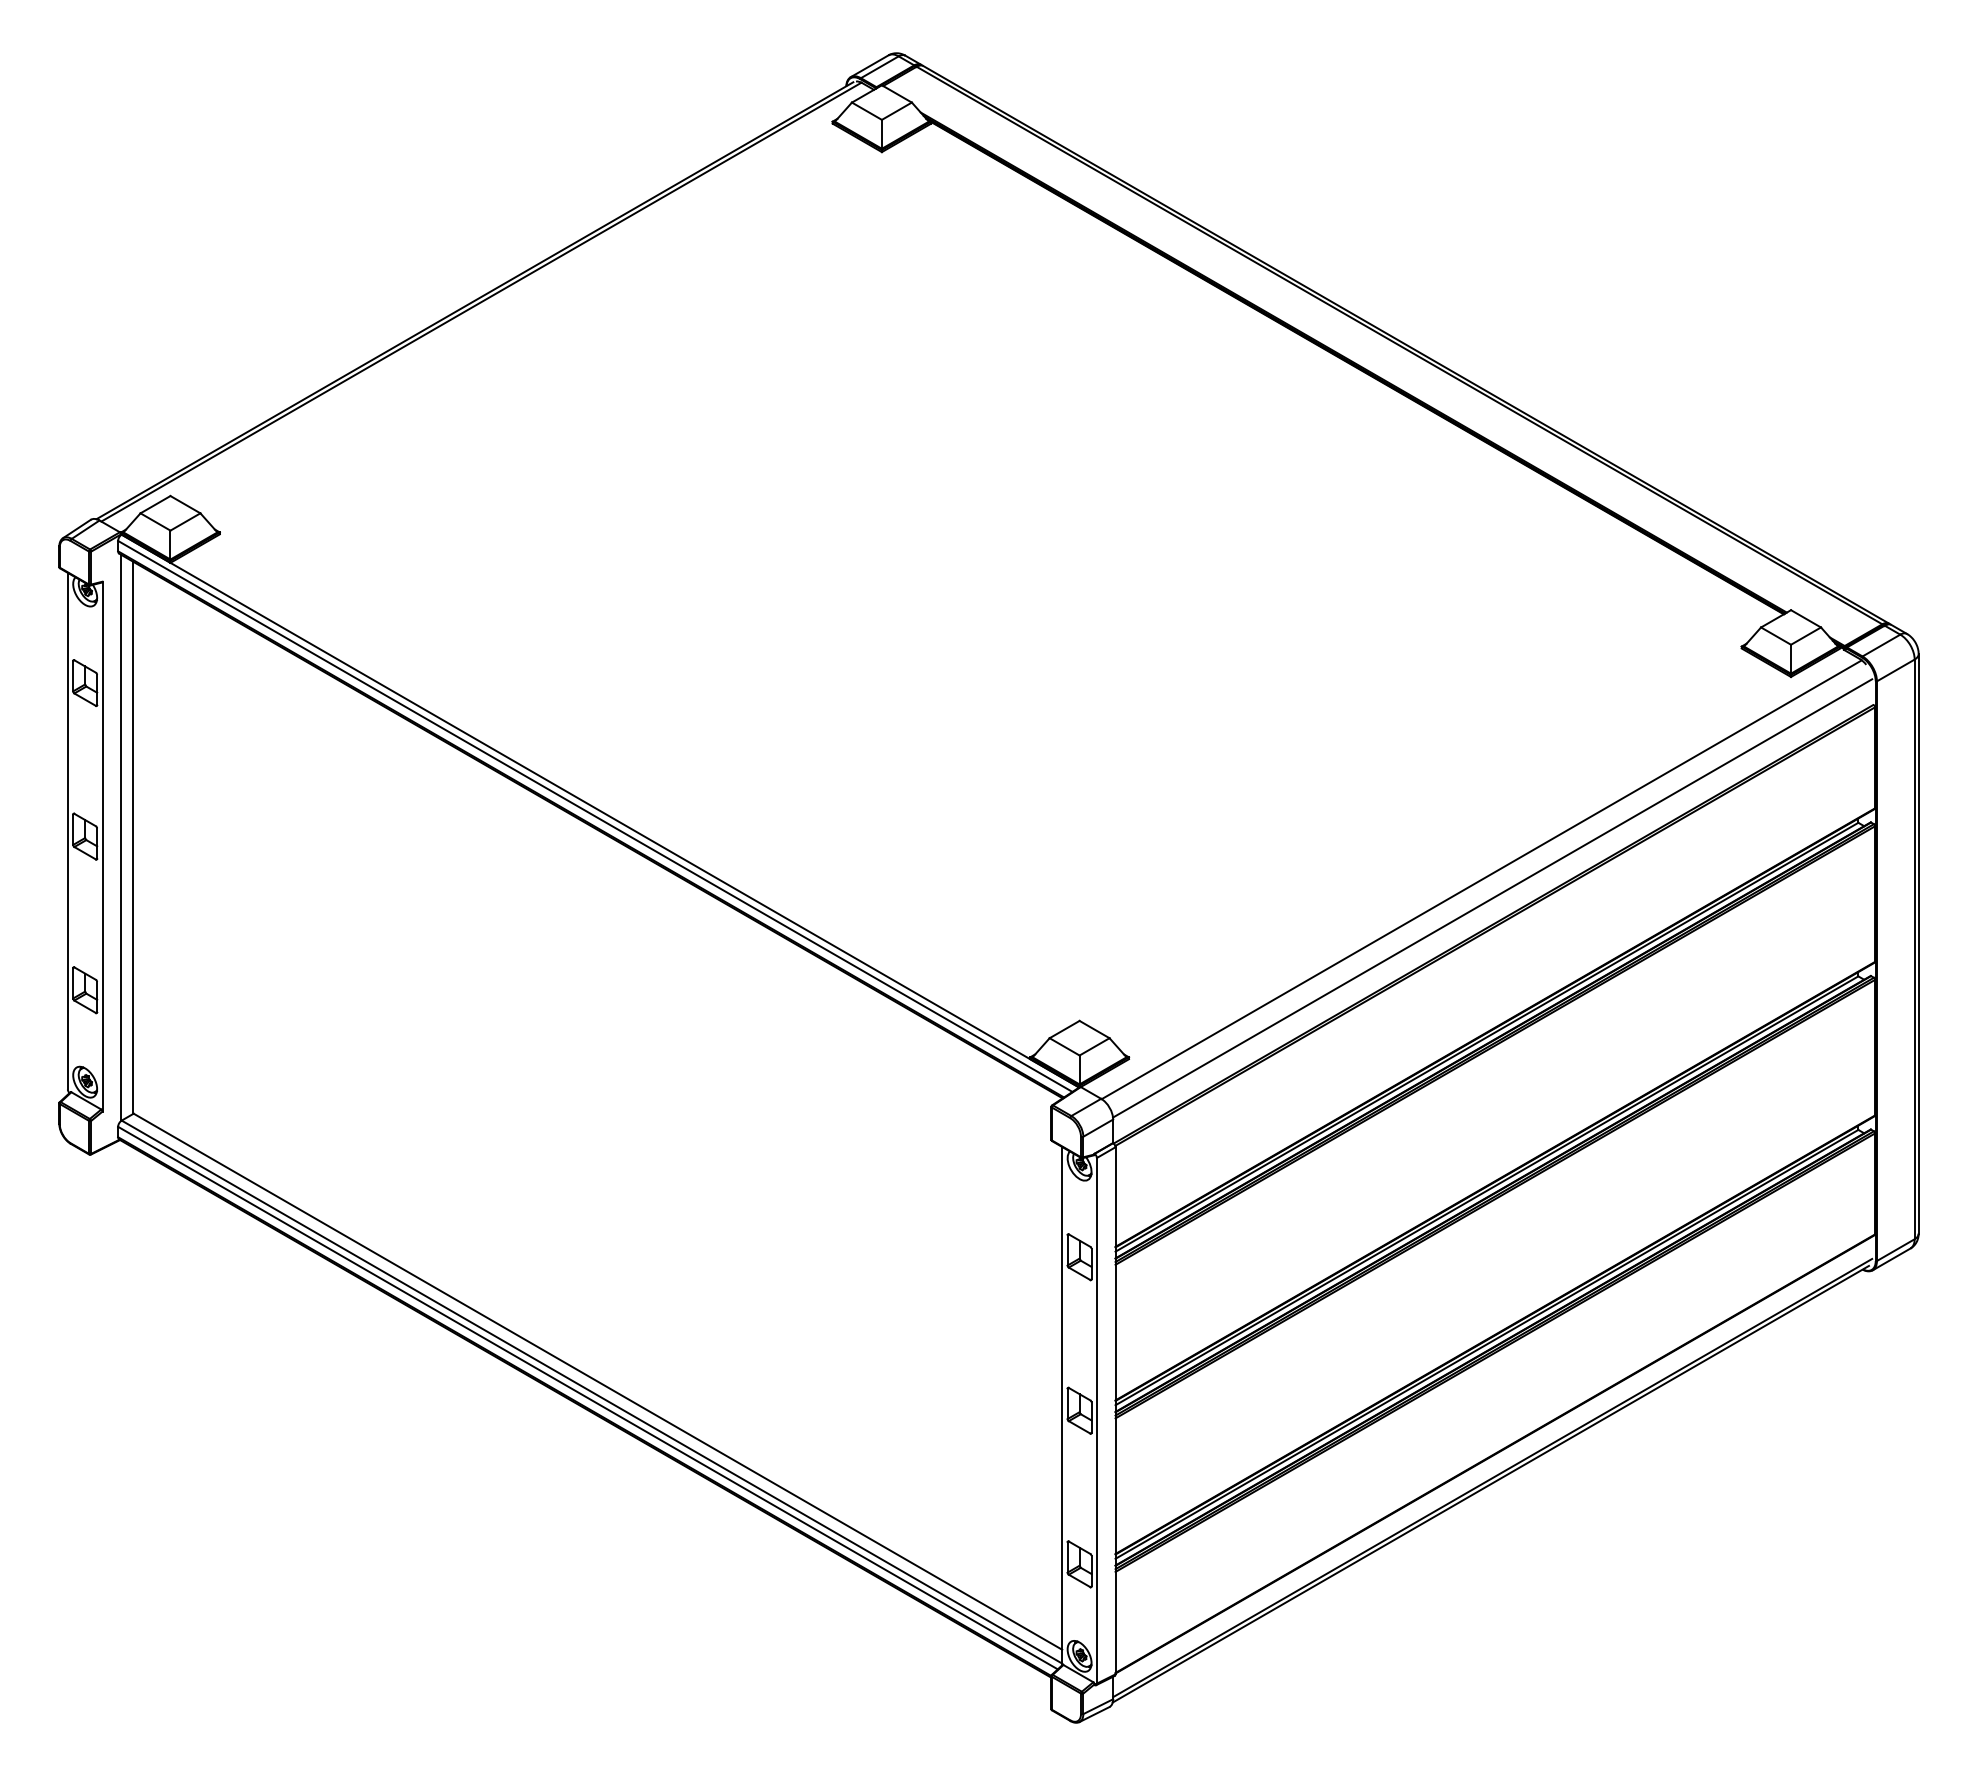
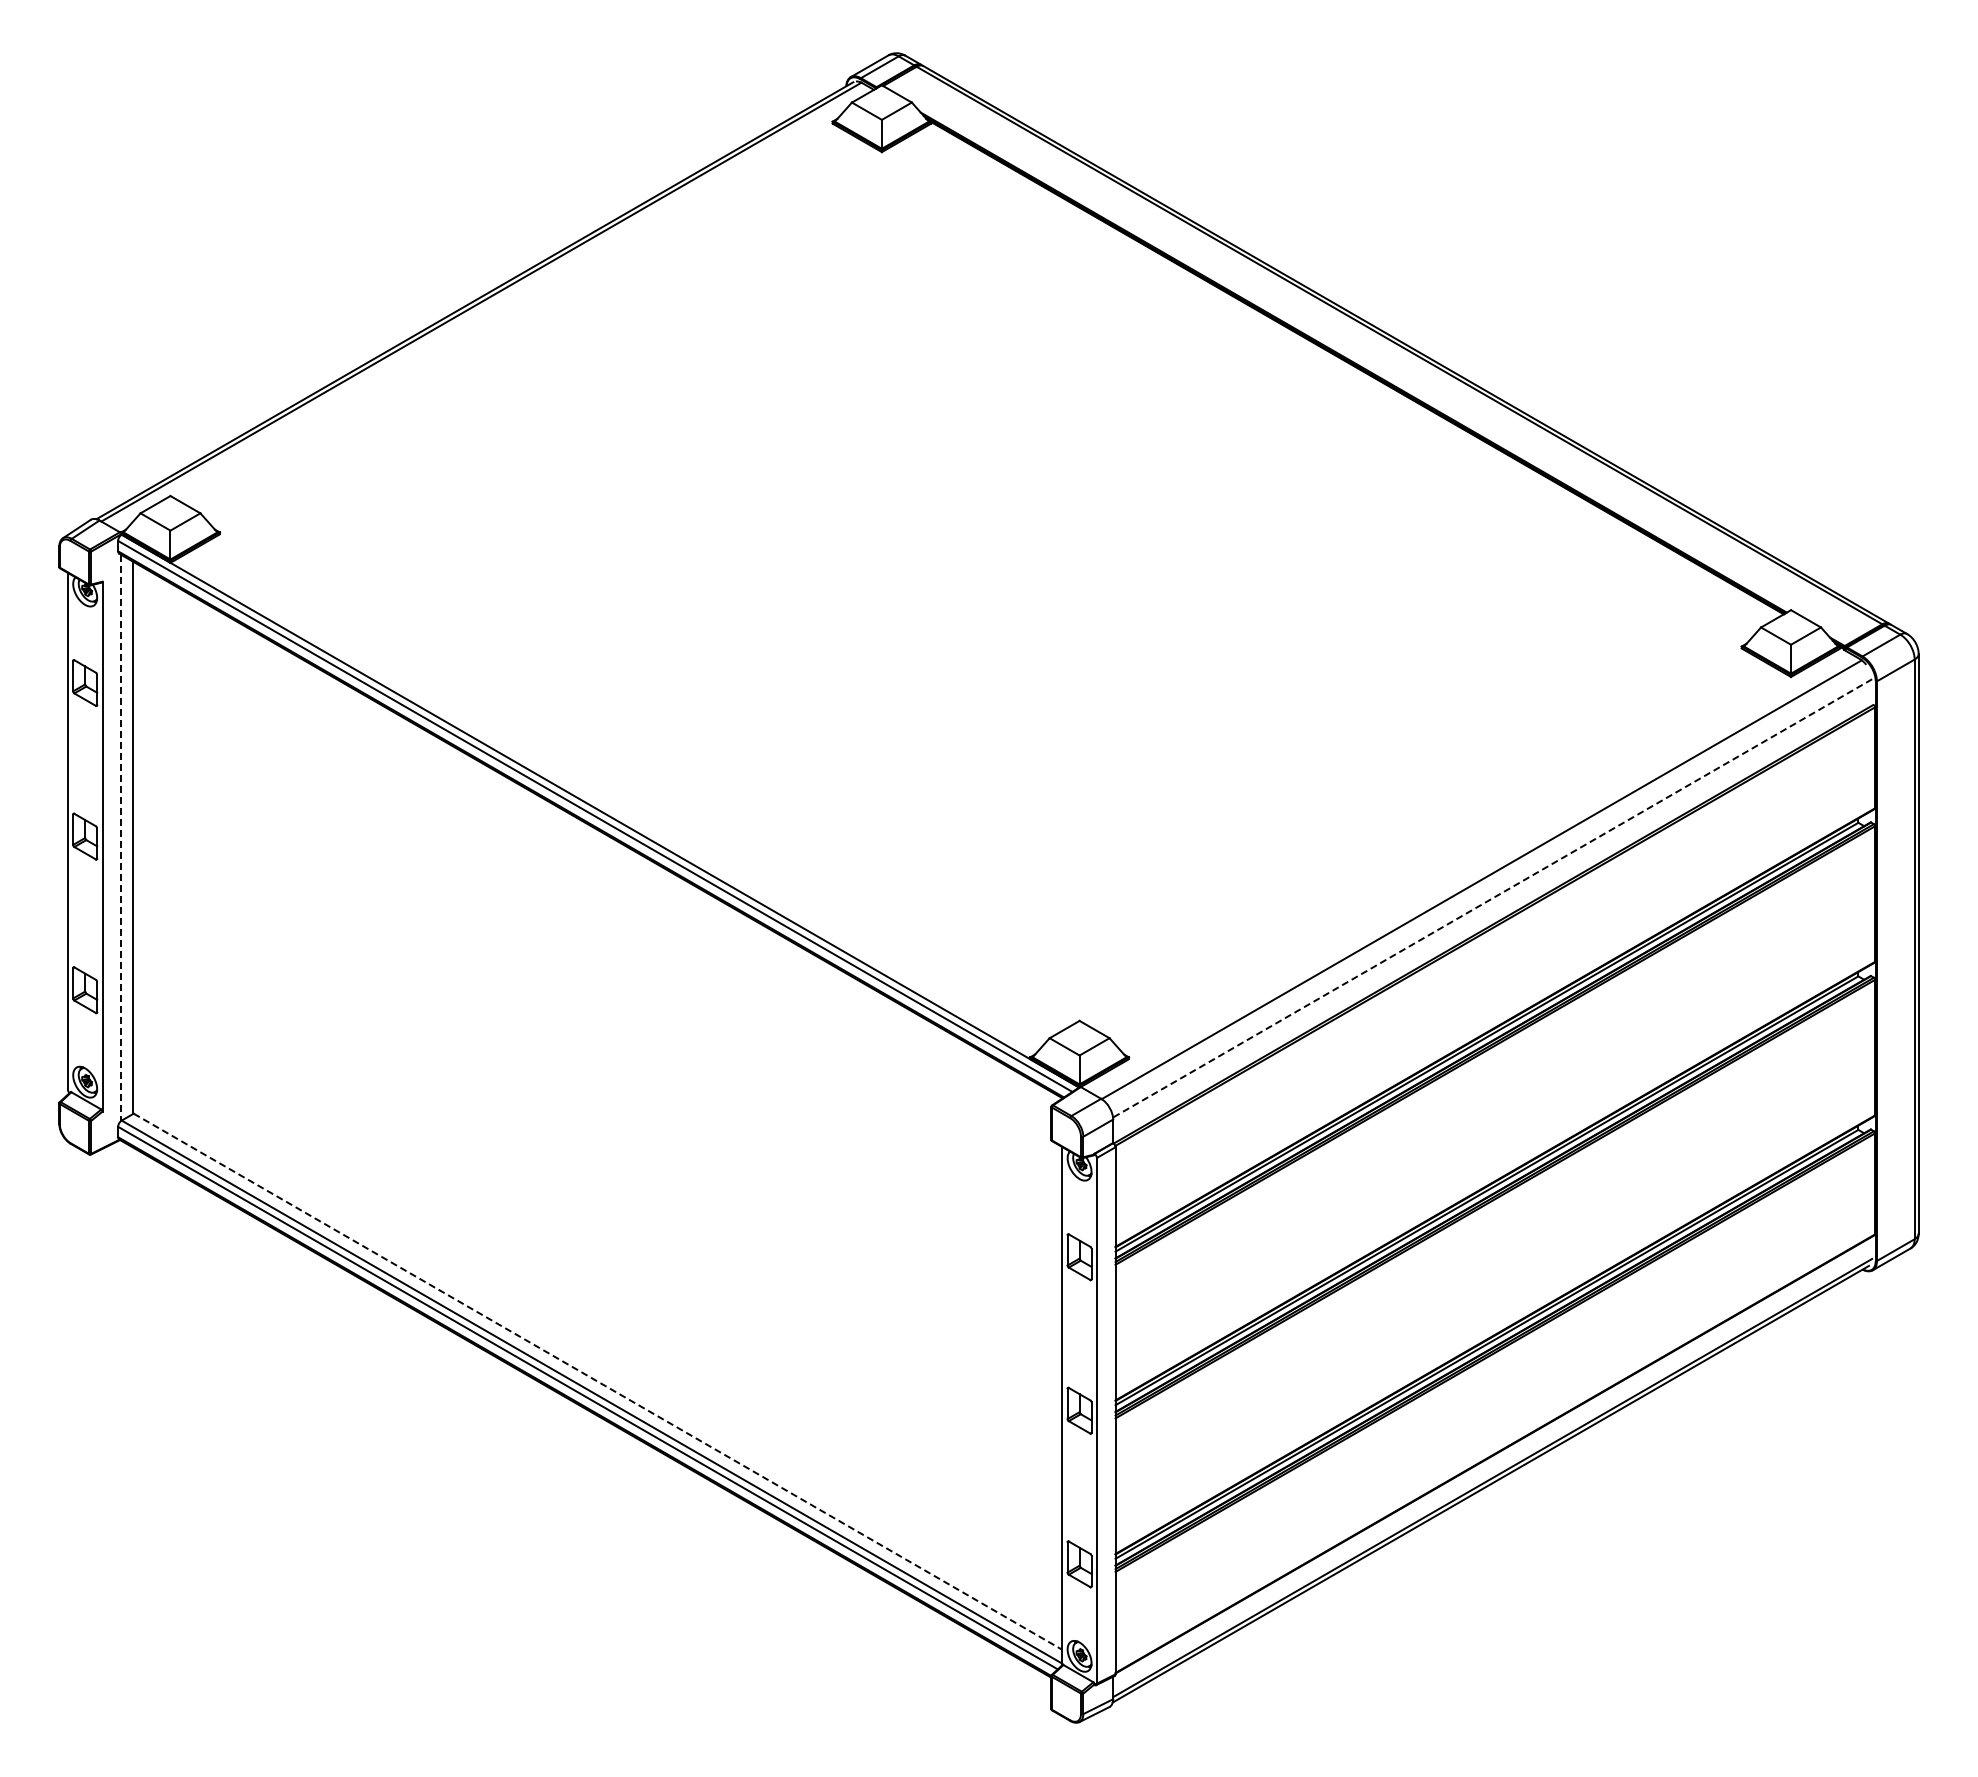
line at (121, 838): solid -> dashed
line at (1492, 898): solid -> dashed
line at (598, 1381): solid -> dashed
